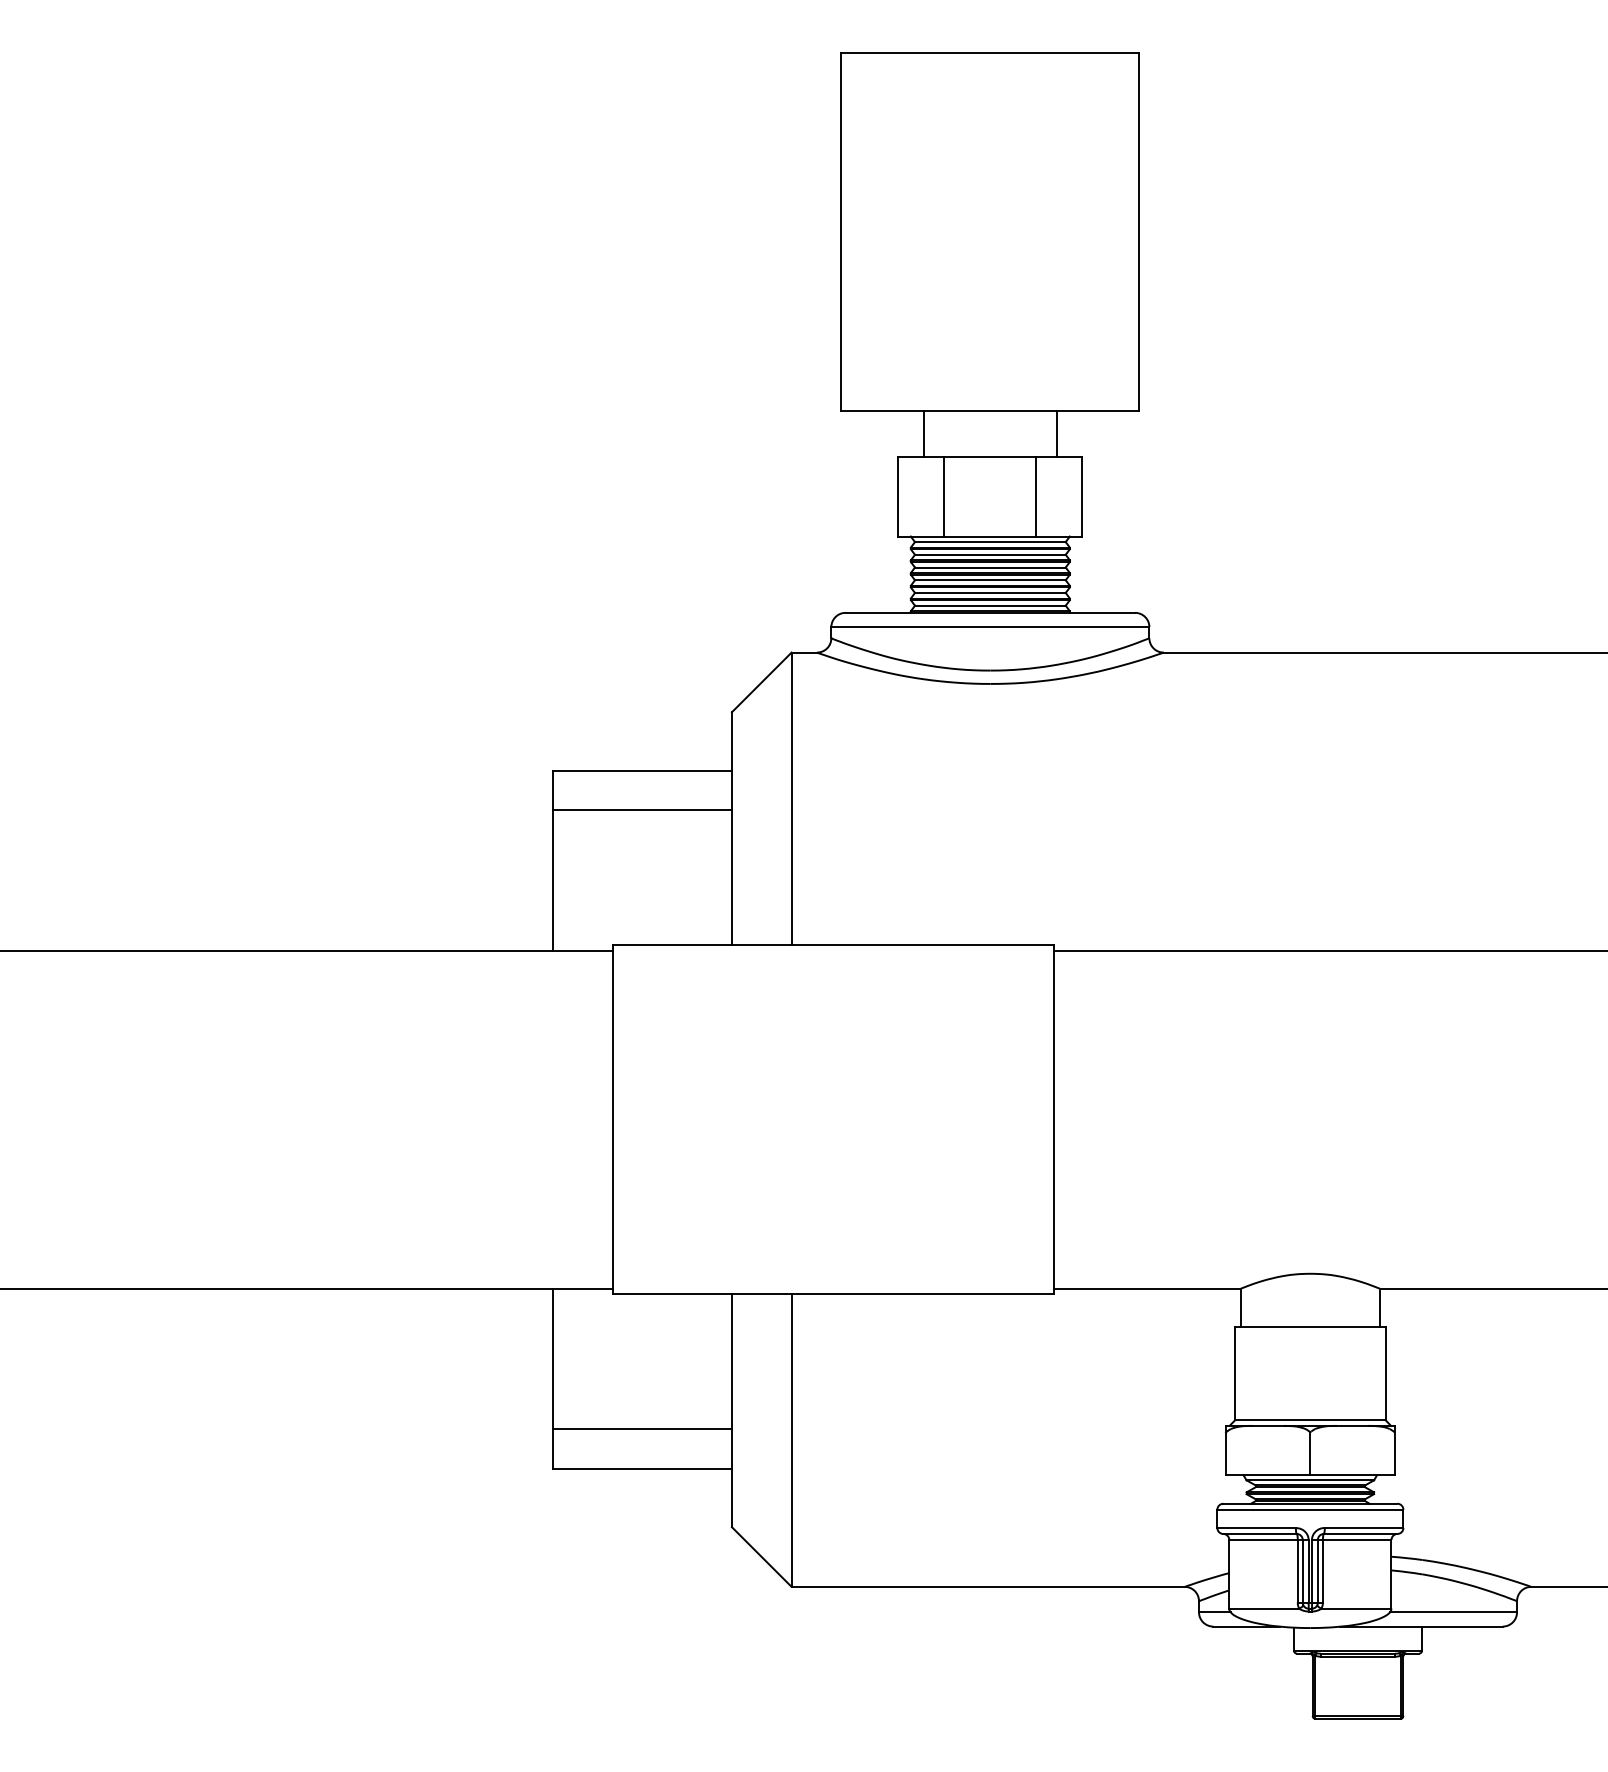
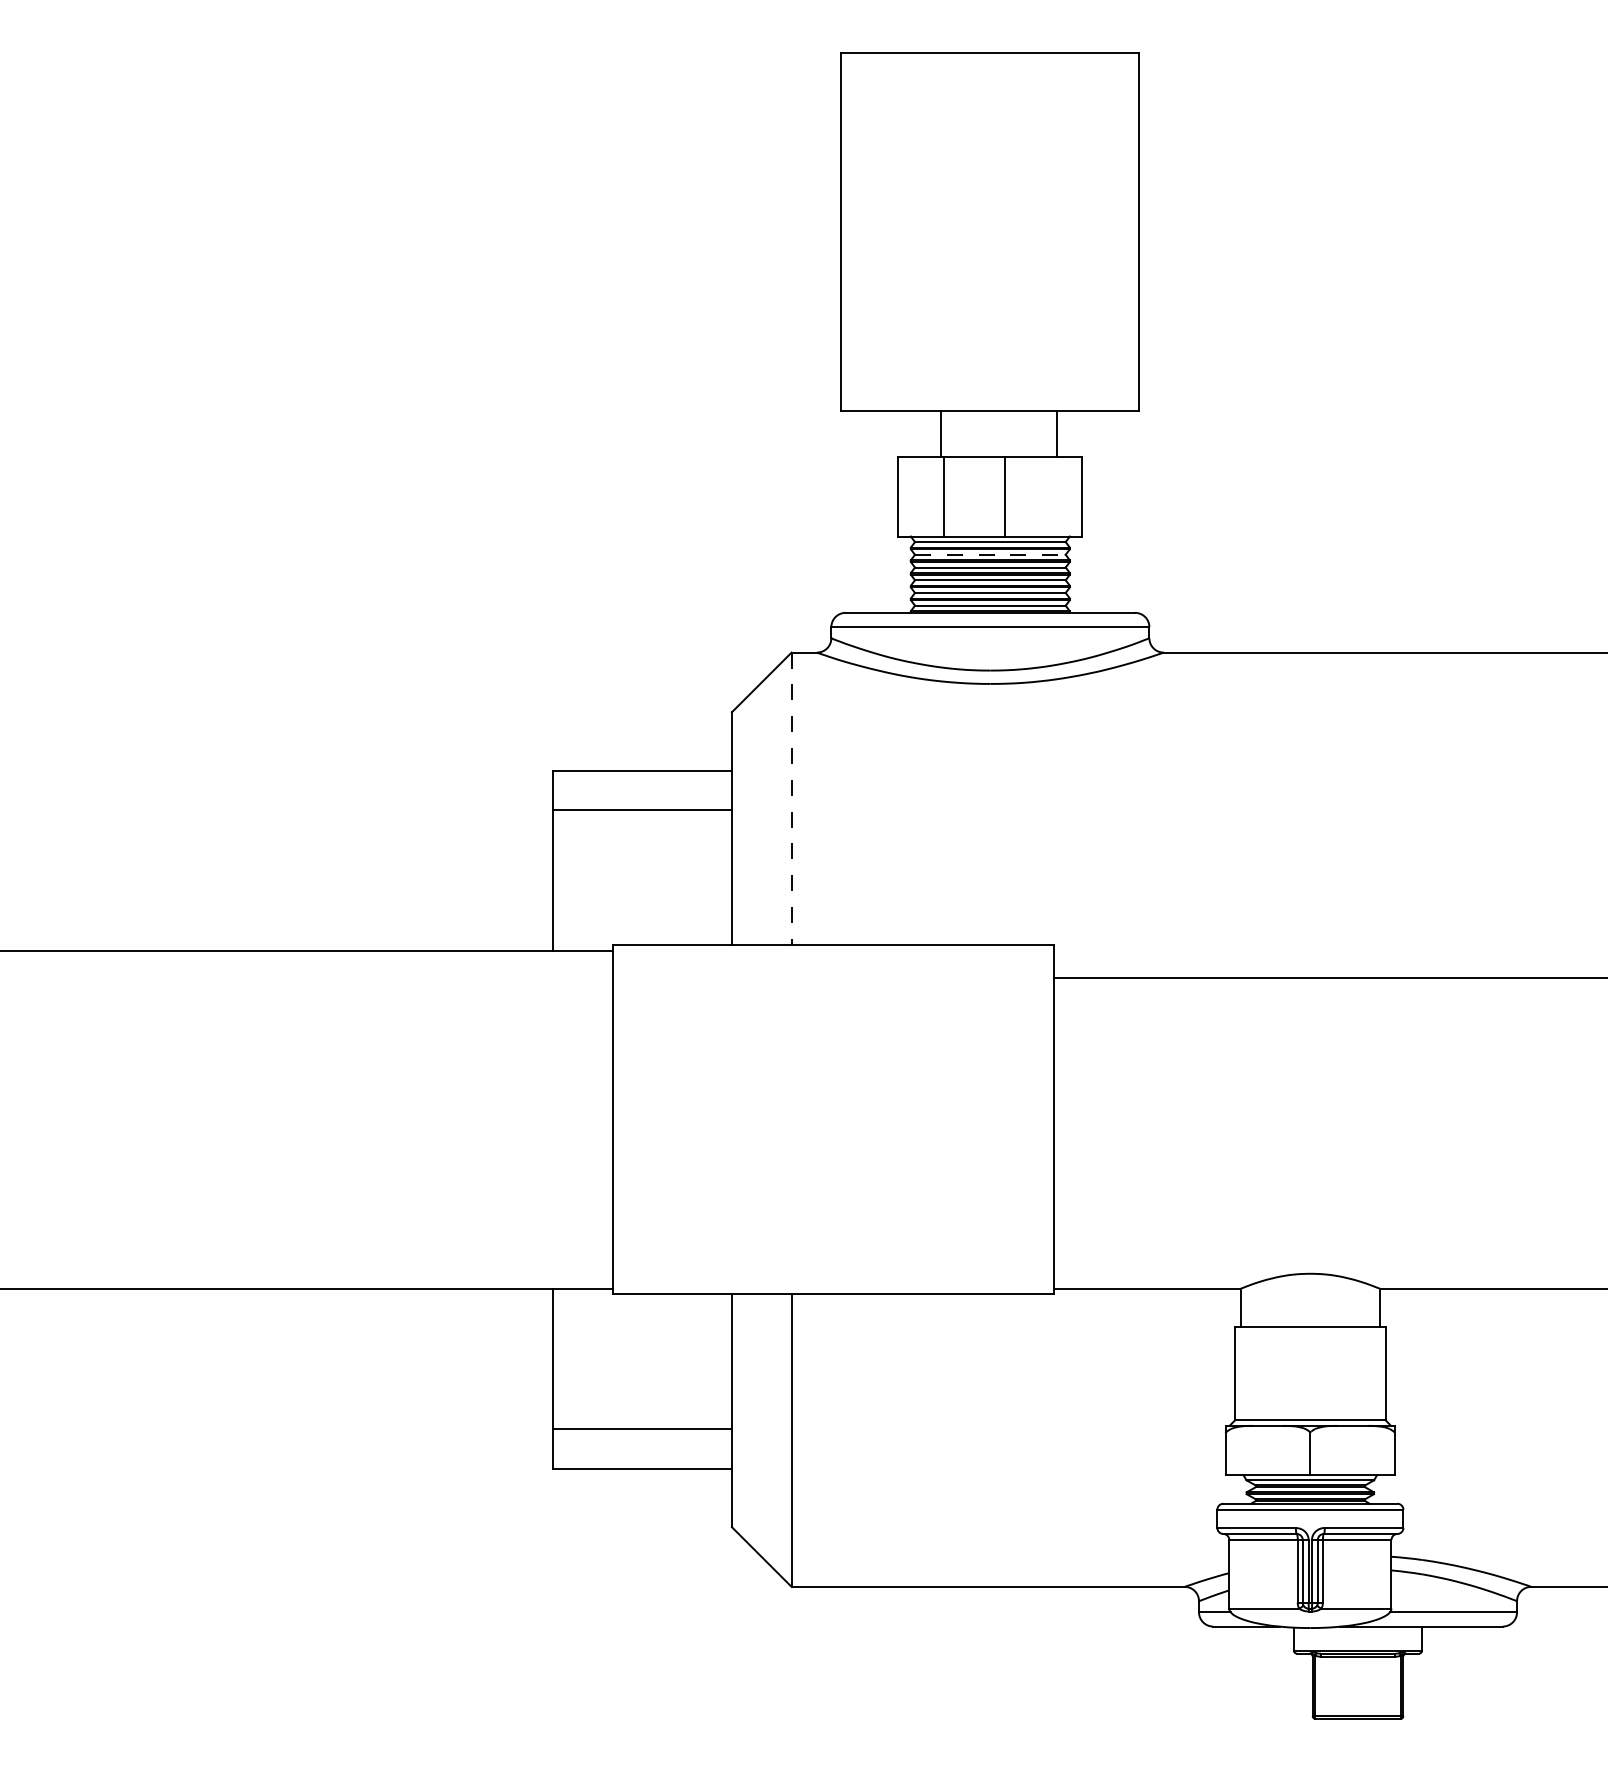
line at (923, 433) position: (923, 433) -> (940, 433)
line at (1036, 496) position: (1036, 496) -> (1005, 496)
line at (990, 554): solid -> dashed
line at (791, 799): solid -> dashed
line at (1328, 950) position: (1328, 950) -> (1328, 977)
